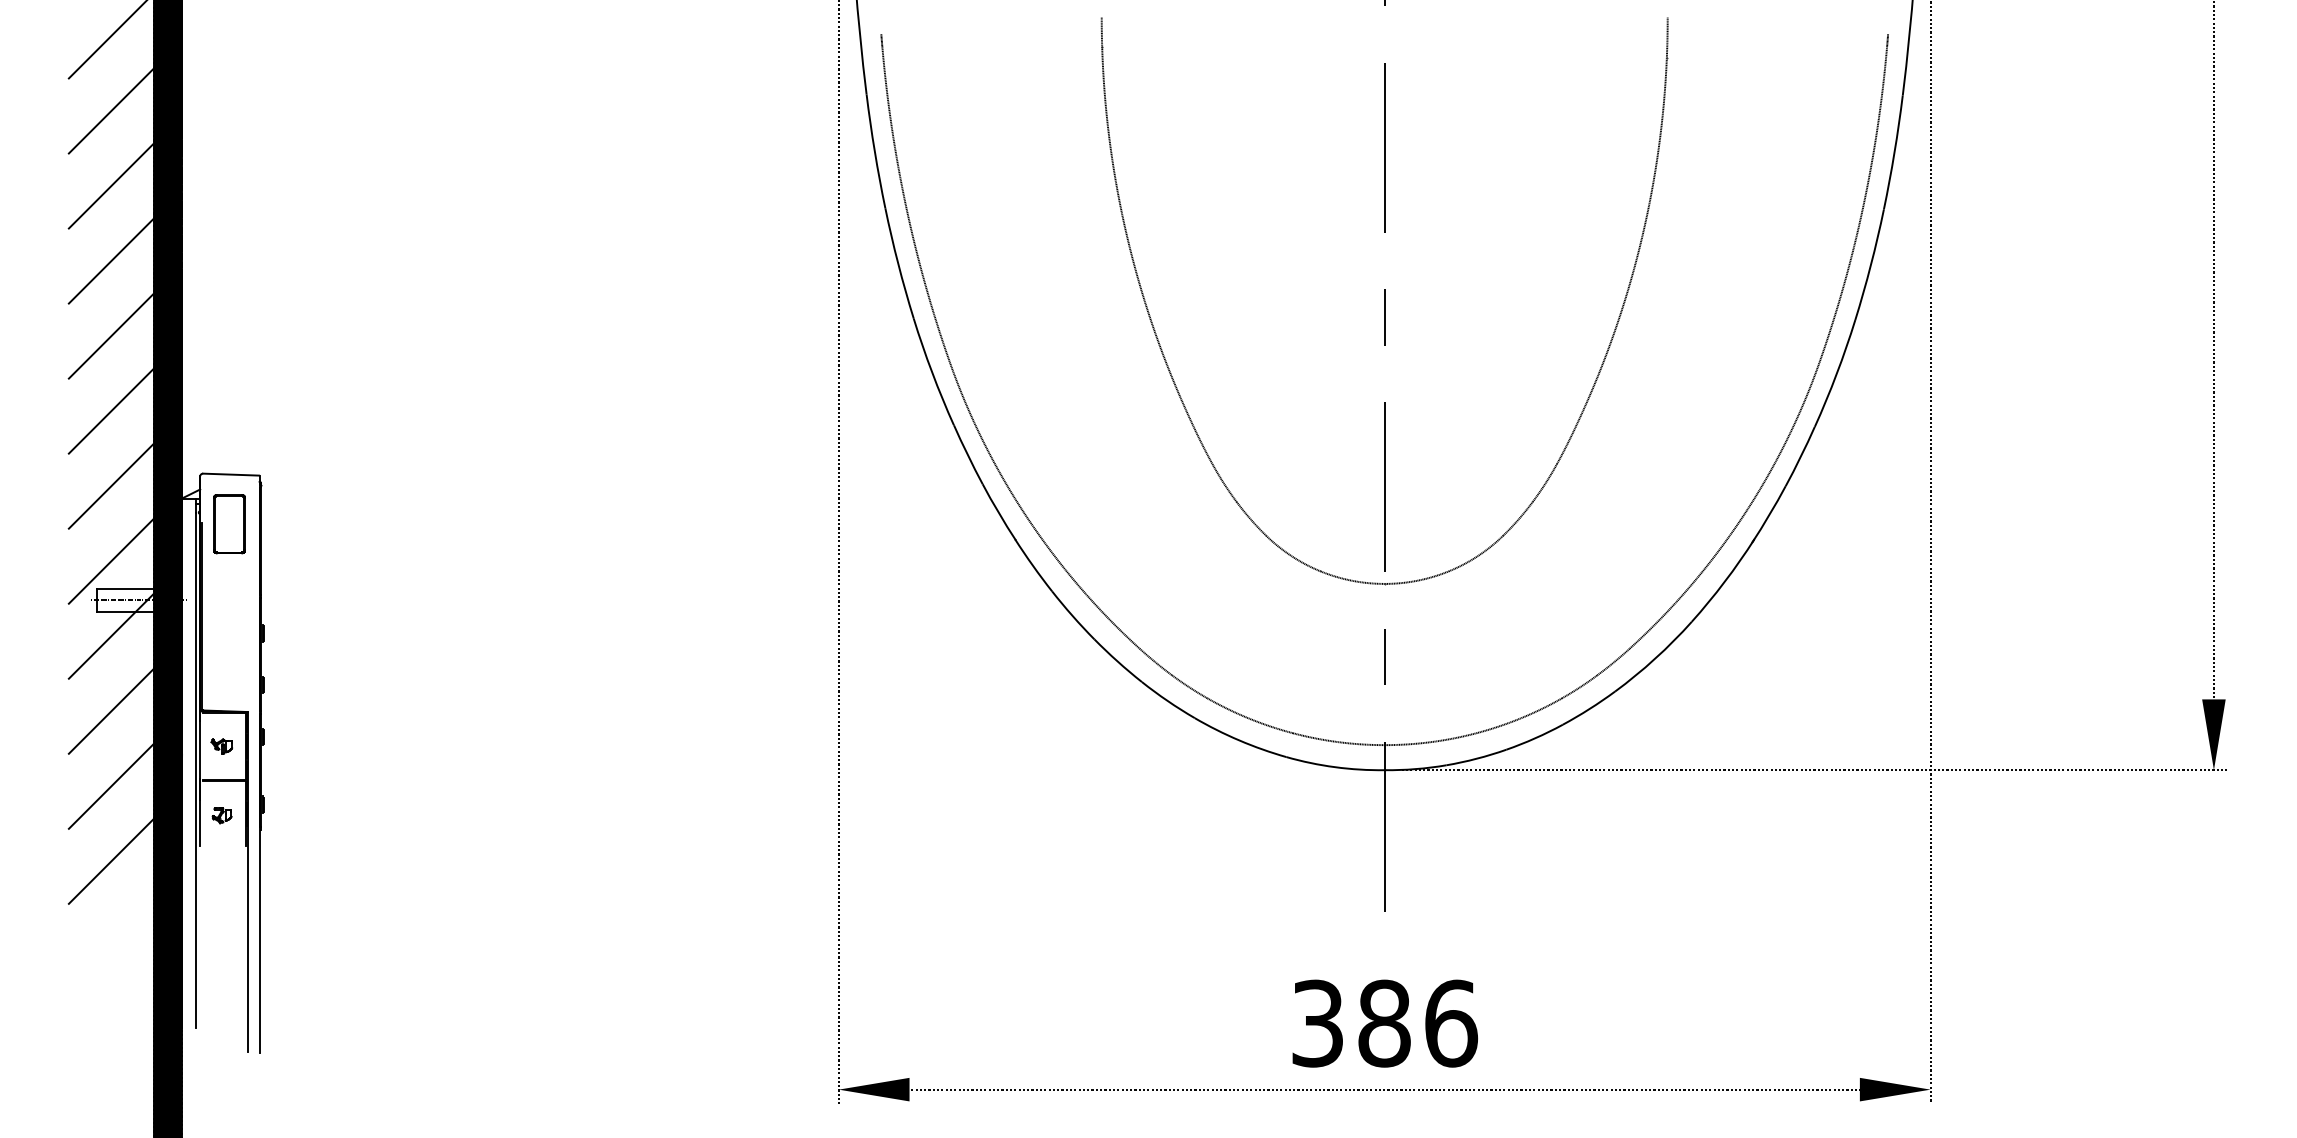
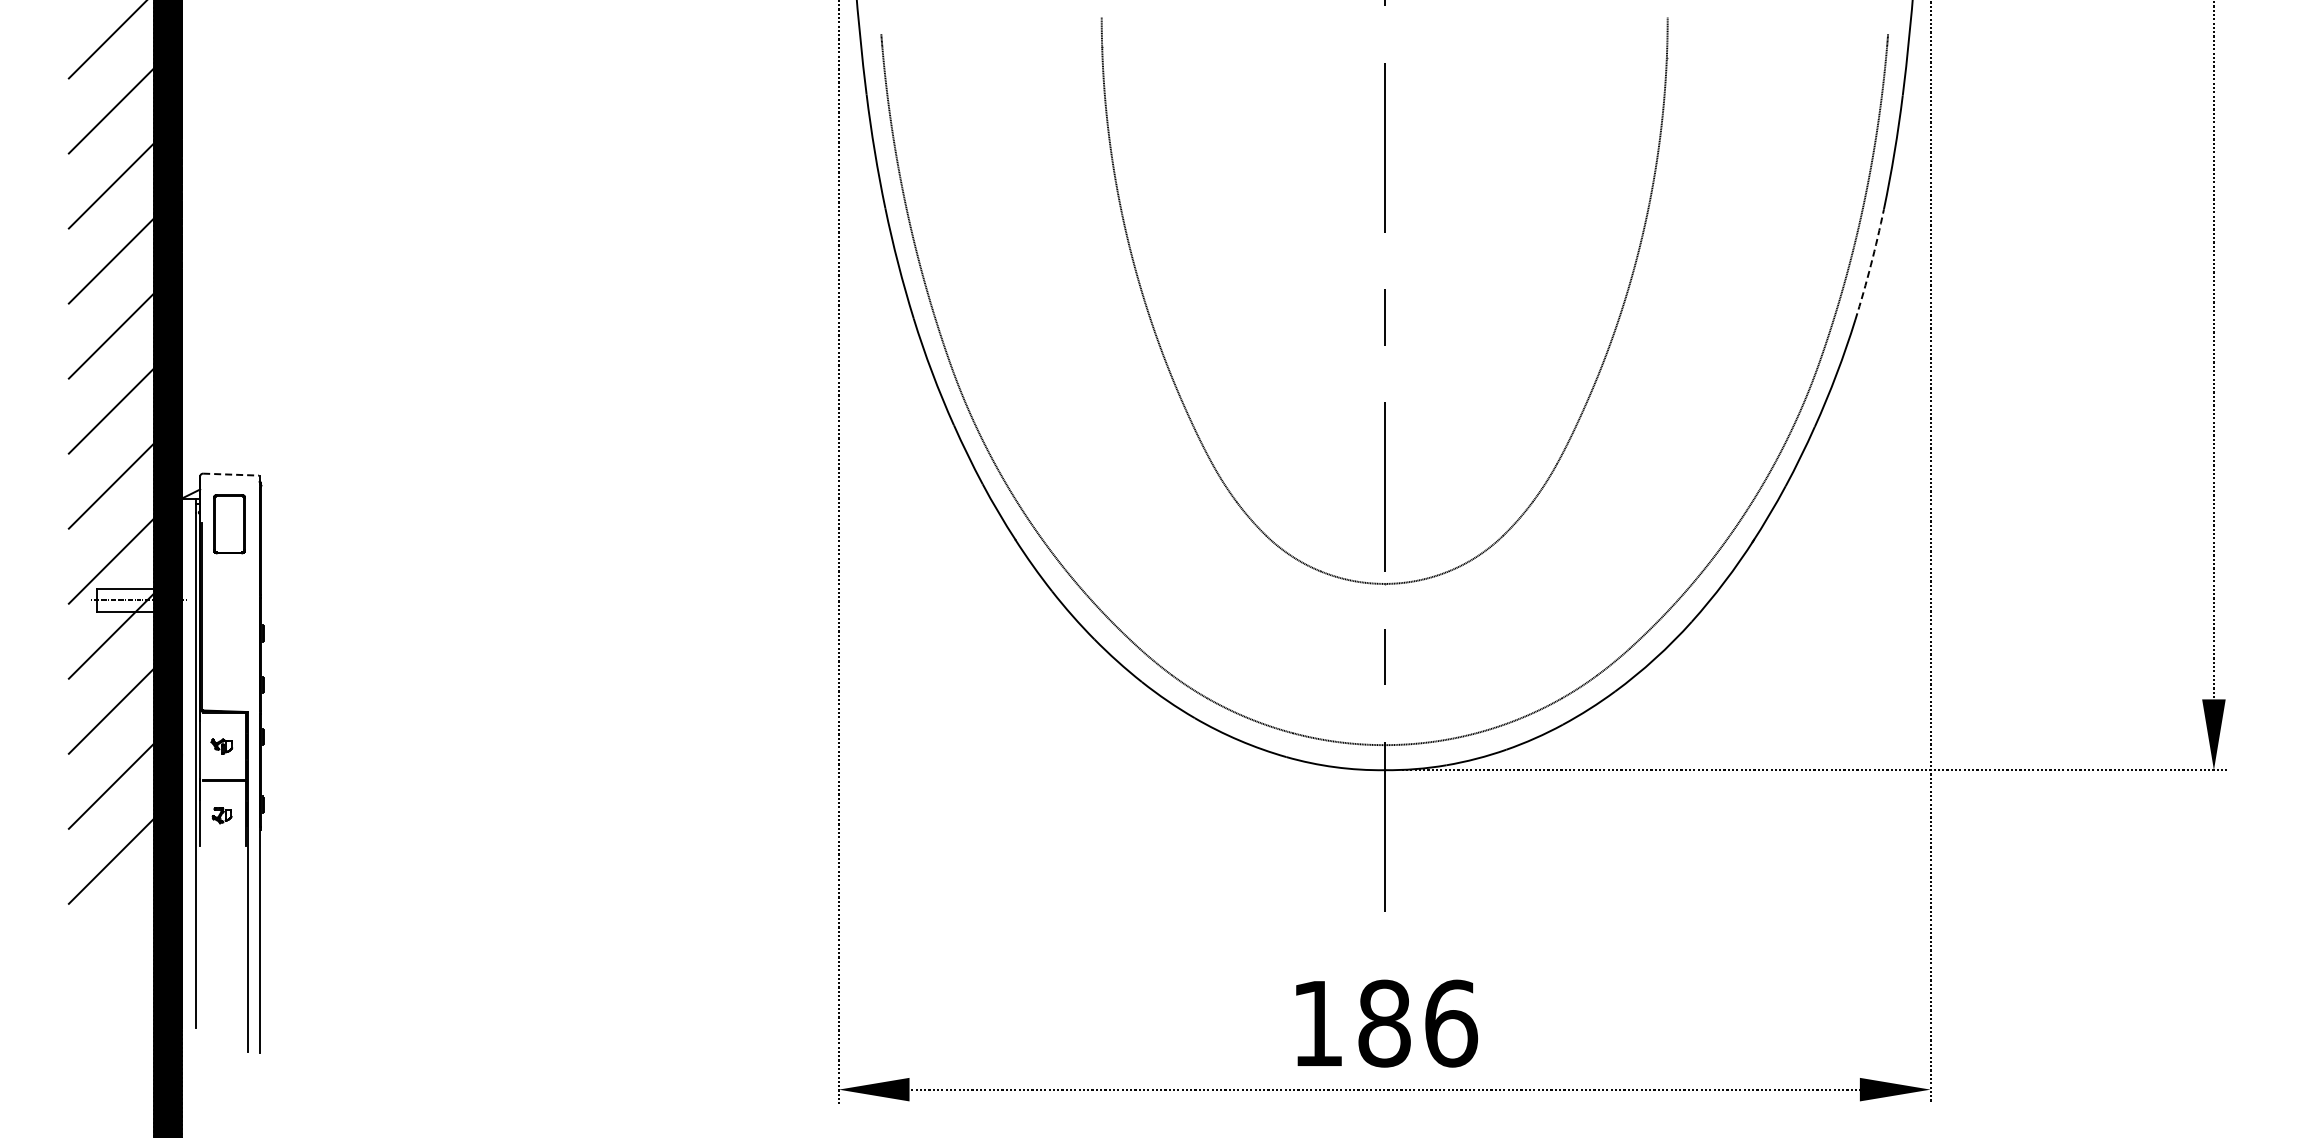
arc at (1870, 265): solid -> dashed
line at (231, 474): solid -> dashed
text at (1317, 1023): 386 -> 186
